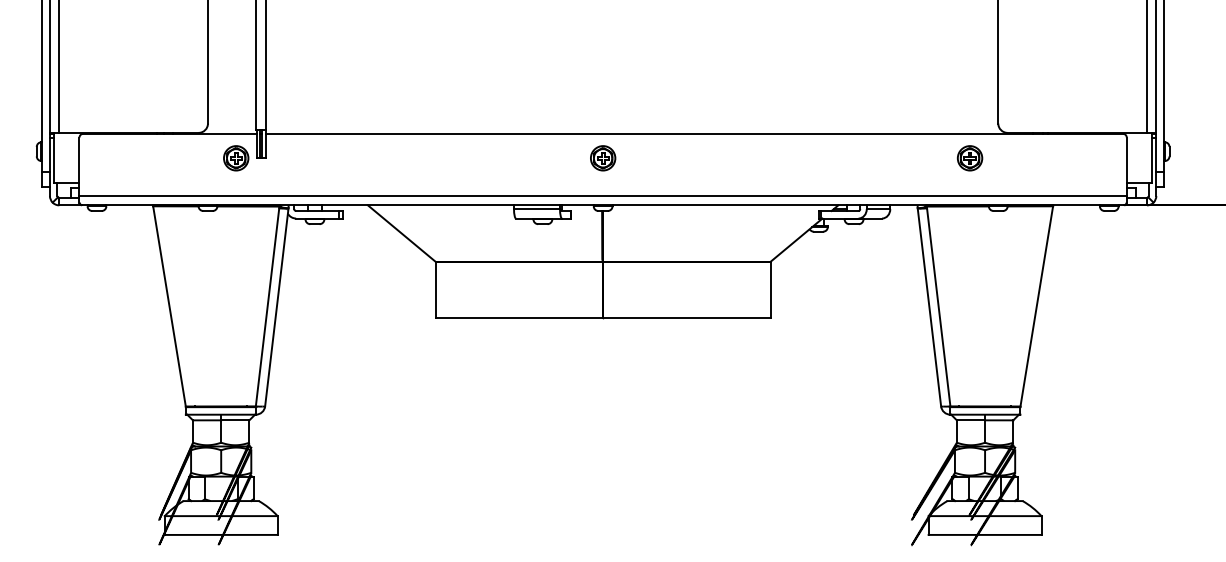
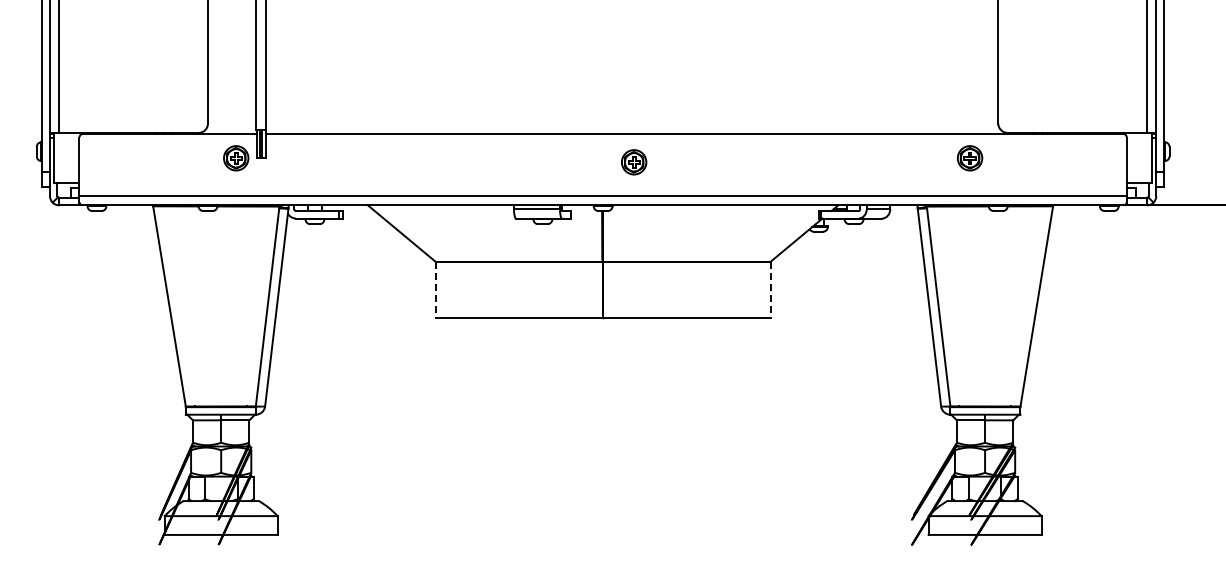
part at (603, 158) position: (603, 158) -> (634, 162)
line at (435, 290): solid -> dashed
line at (770, 290): solid -> dashed
